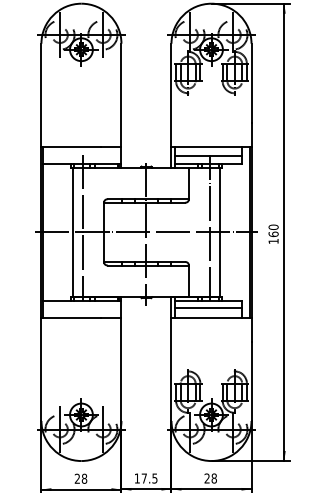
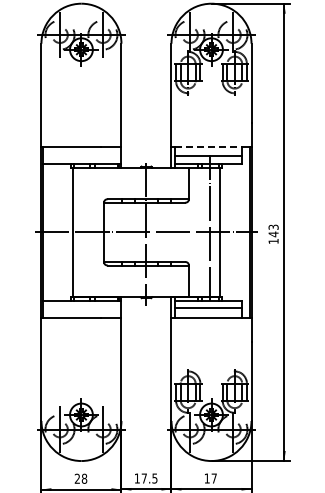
line at (208, 146): solid -> dashed
line at (82, 227): present -> none
text at (273, 230): 160 -> 143
text at (210, 478): 28 -> 17
